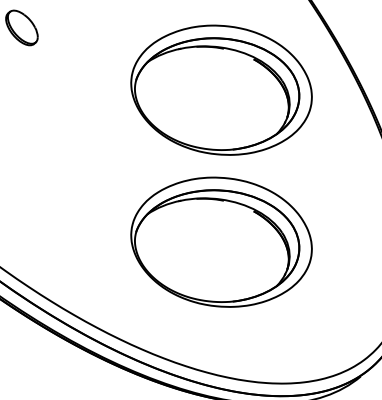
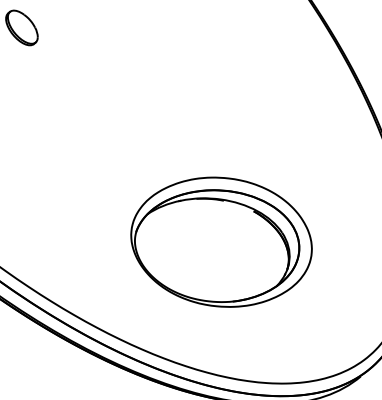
part at (221, 89): present -> none
